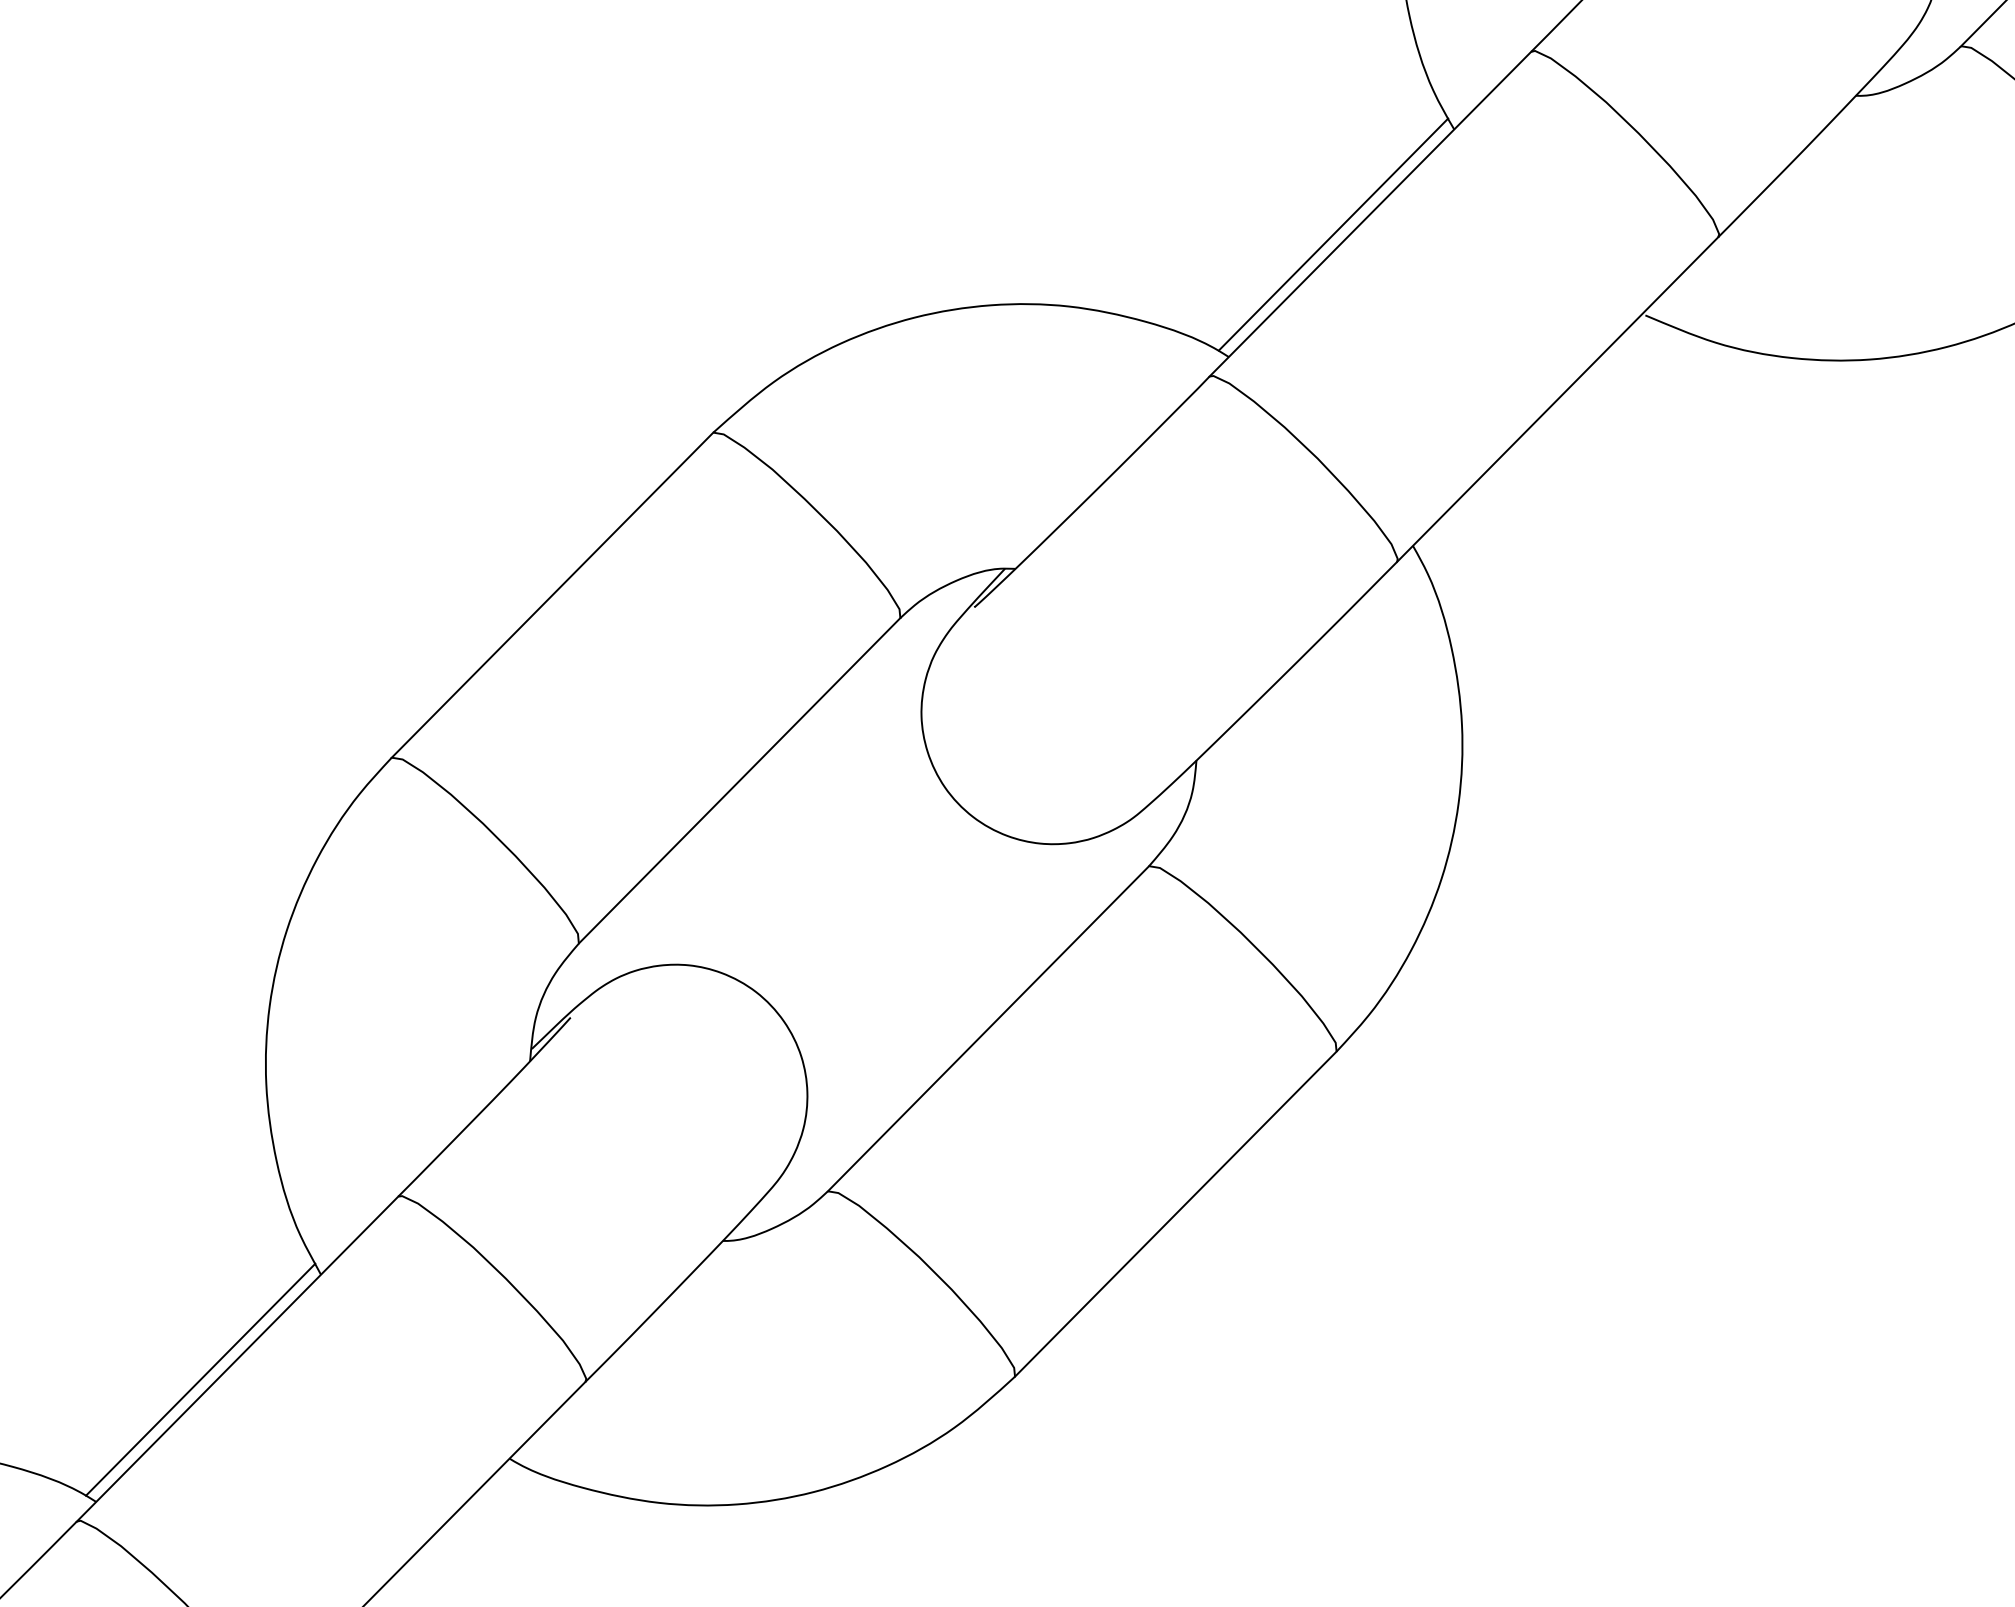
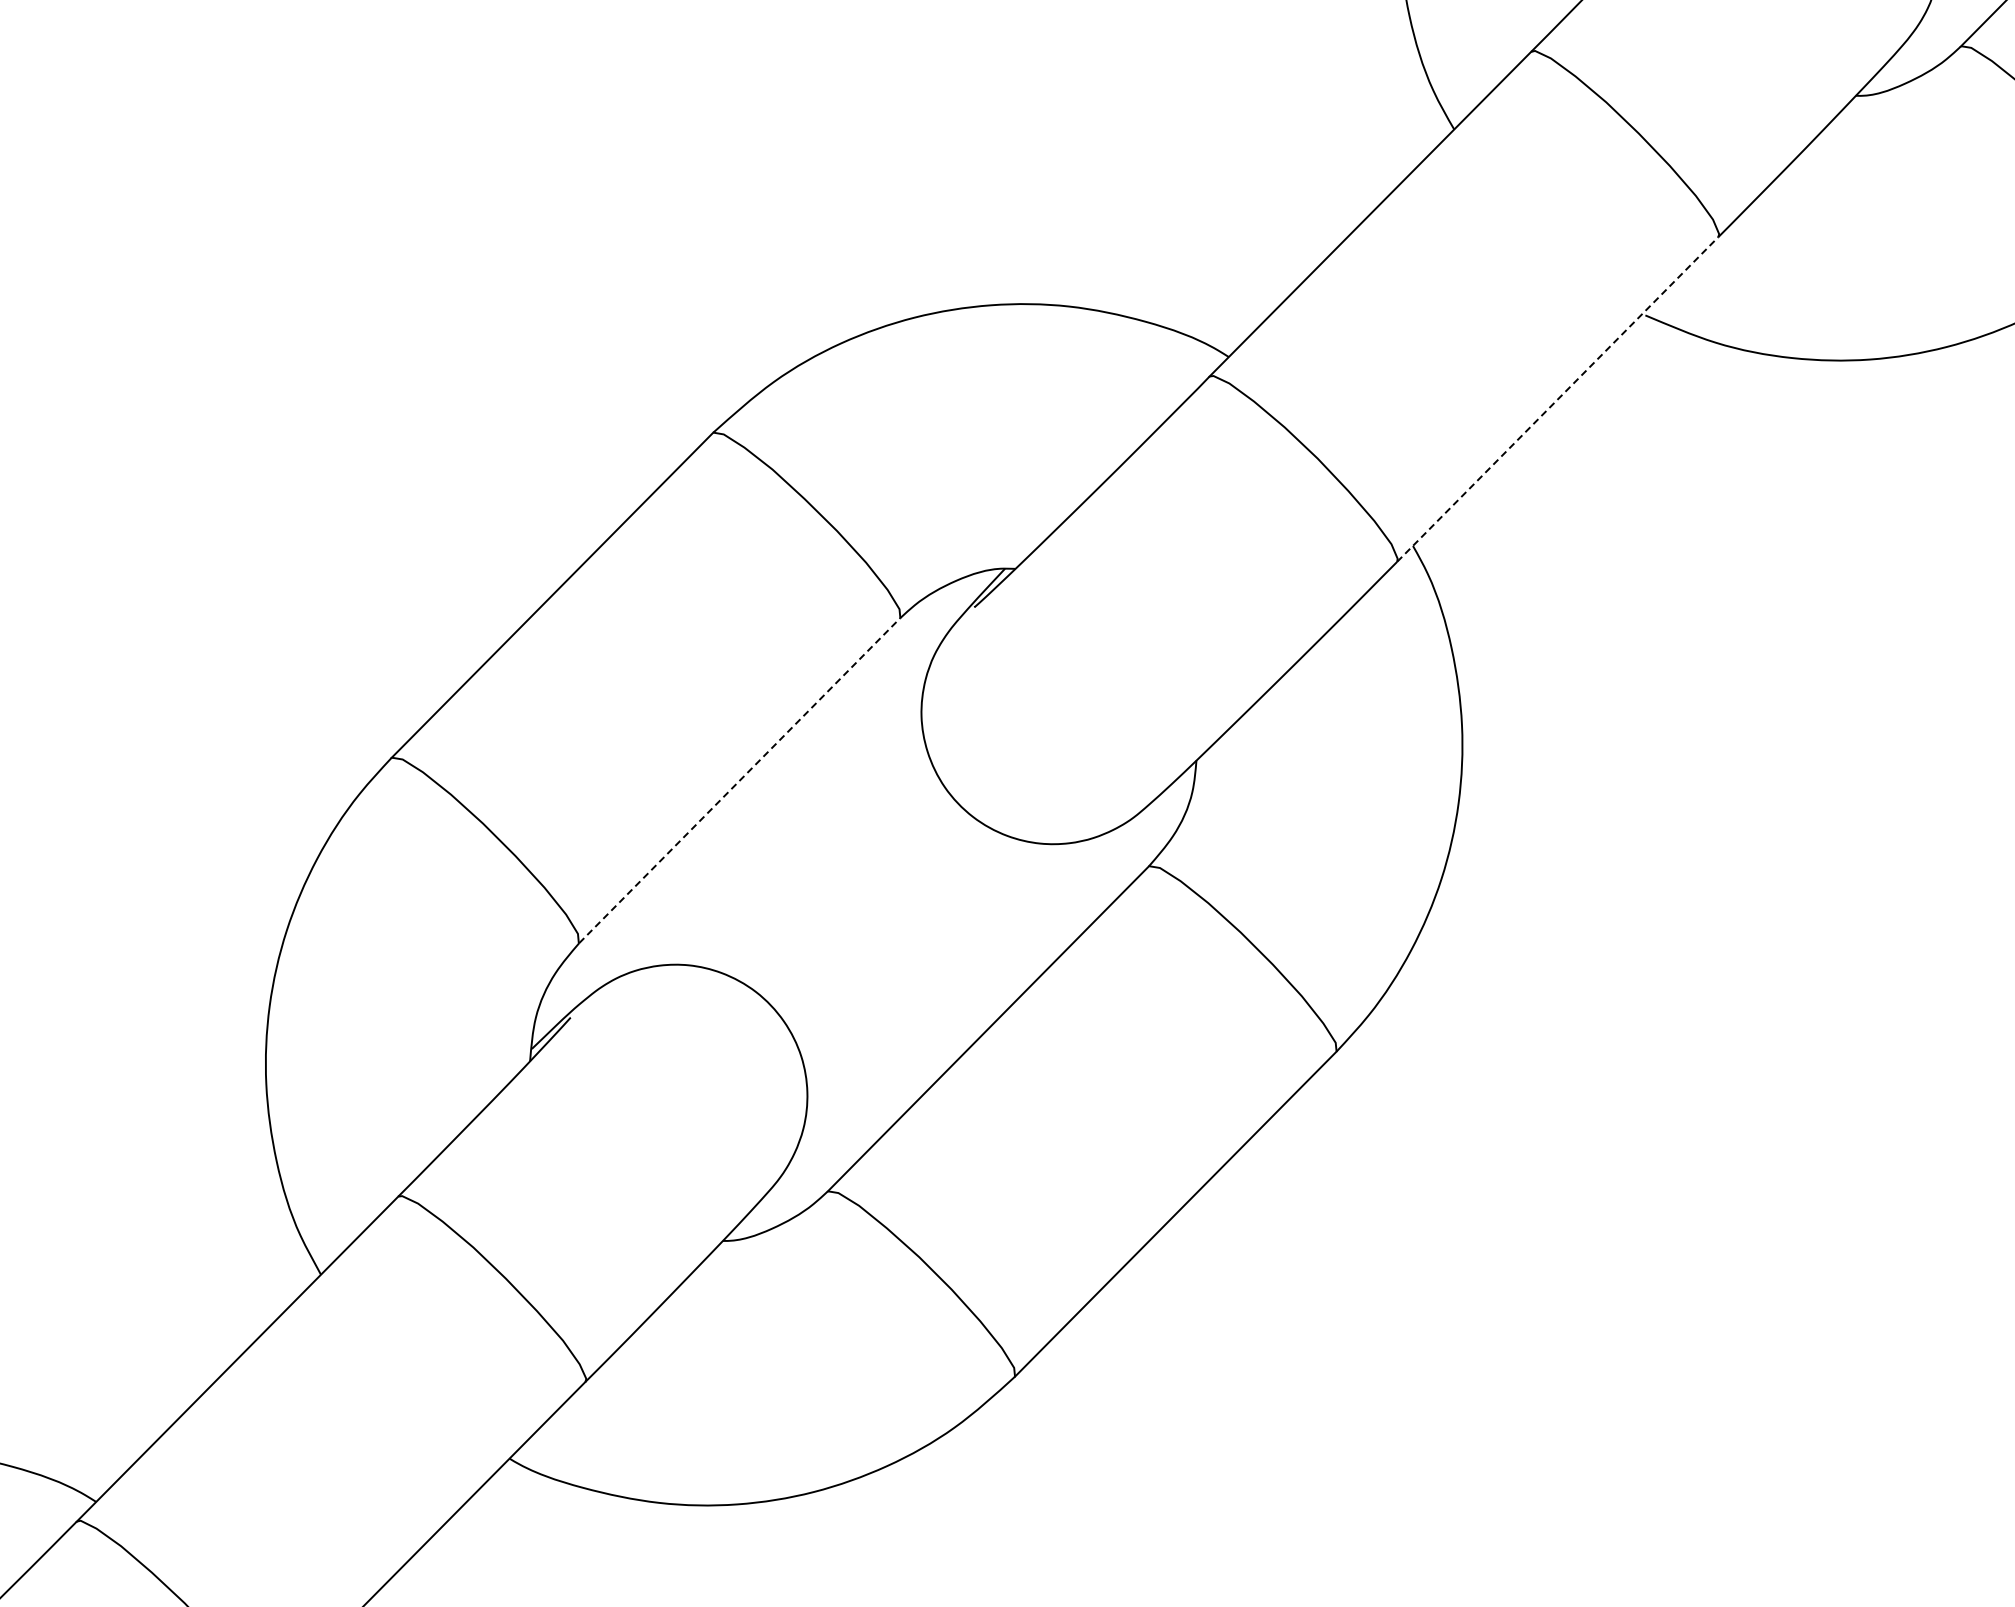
line at (1333, 234): present -> none
line at (1558, 399): solid -> dashed
line at (740, 780): solid -> dashed
line at (200, 1379): present -> none
